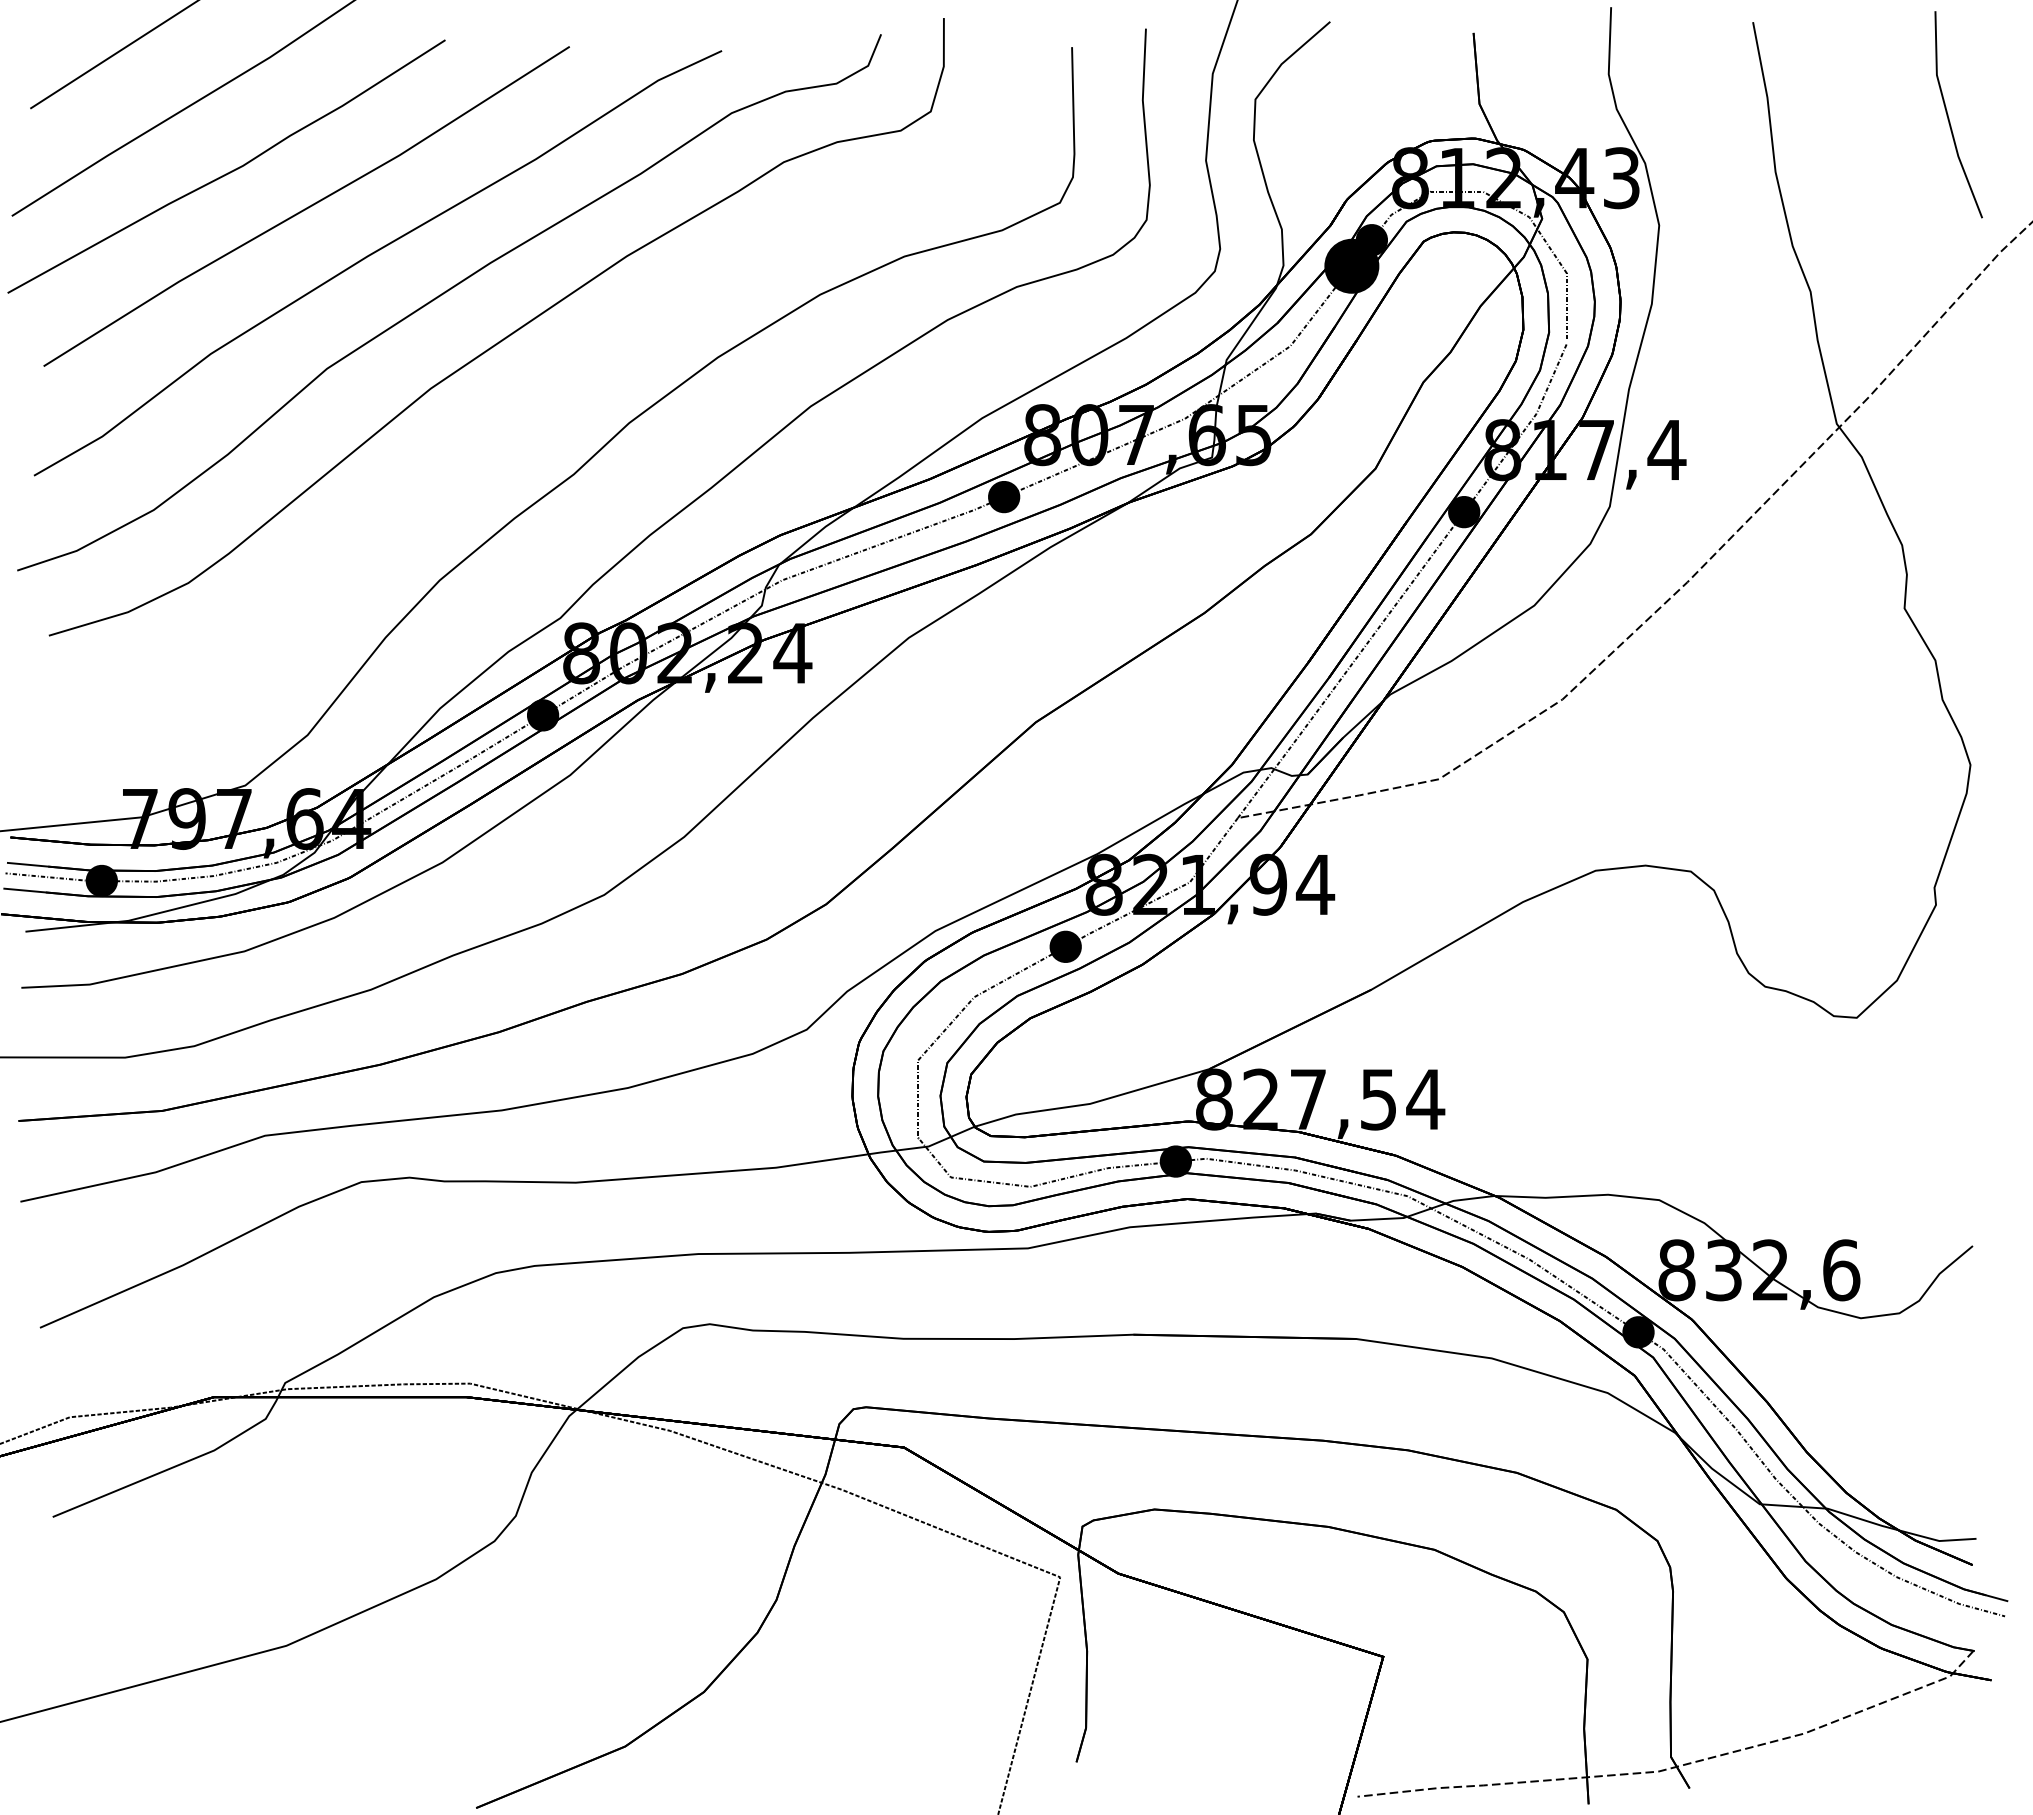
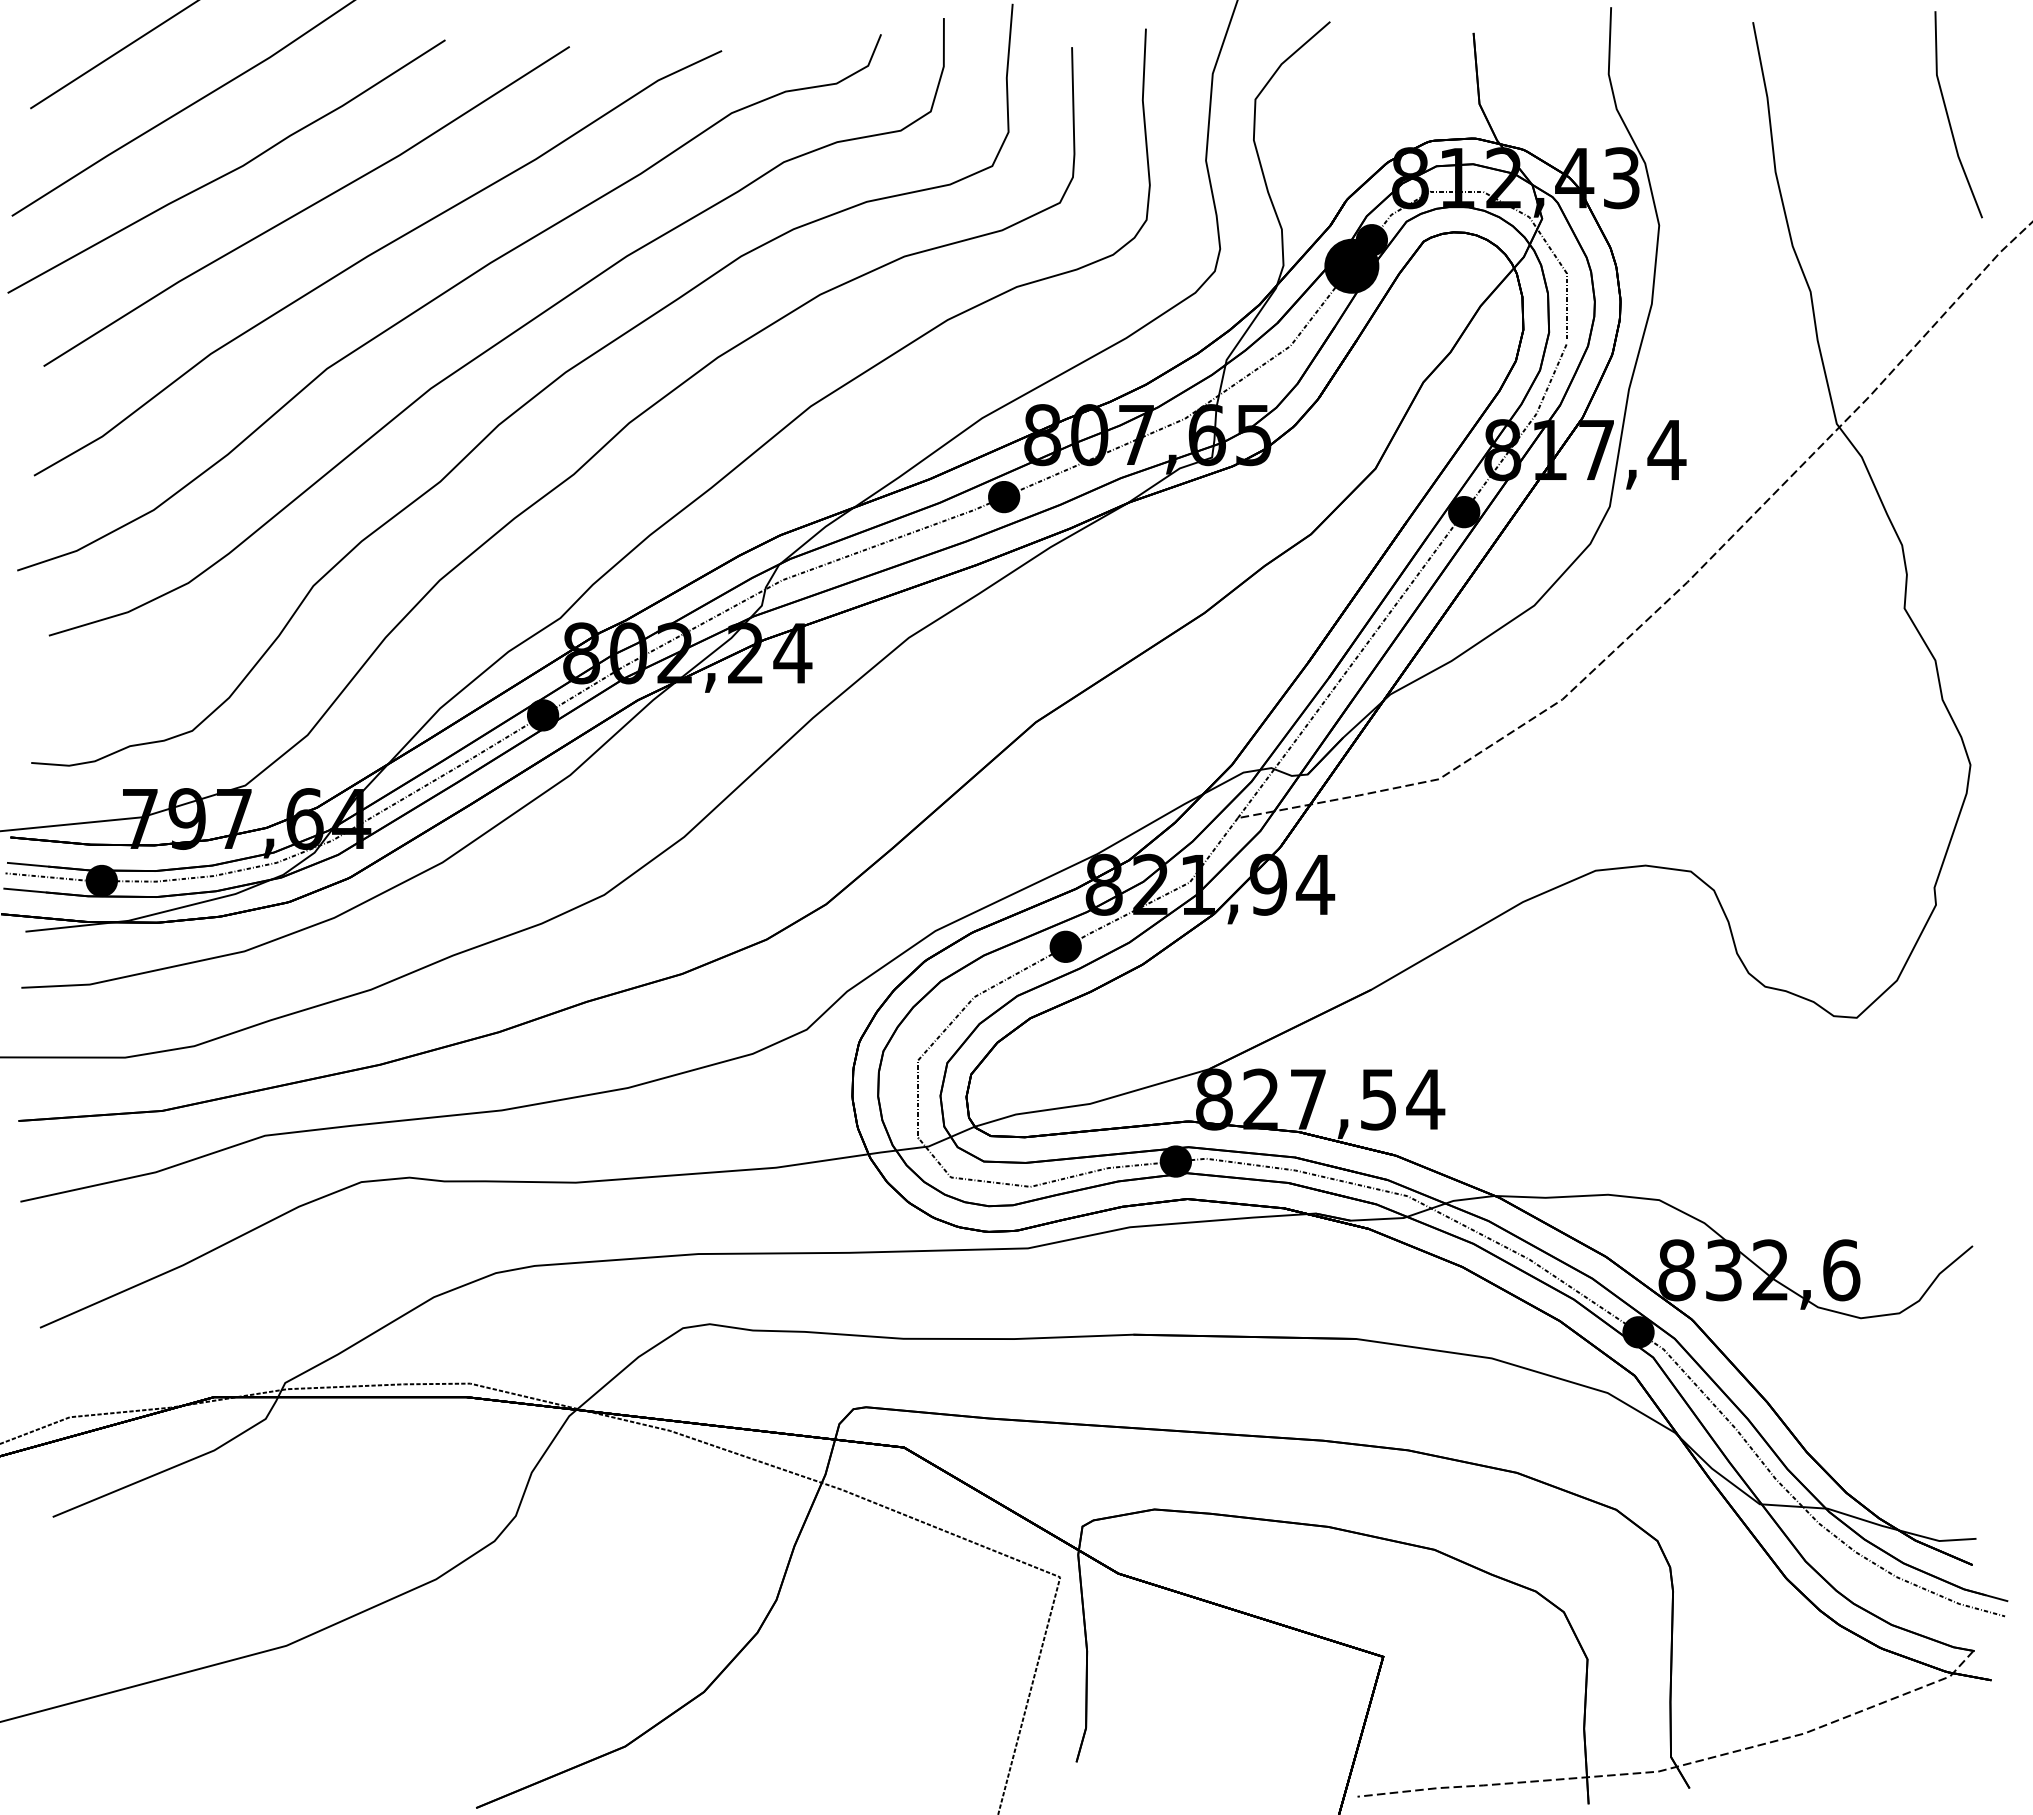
part at (530, 398): none -> present
